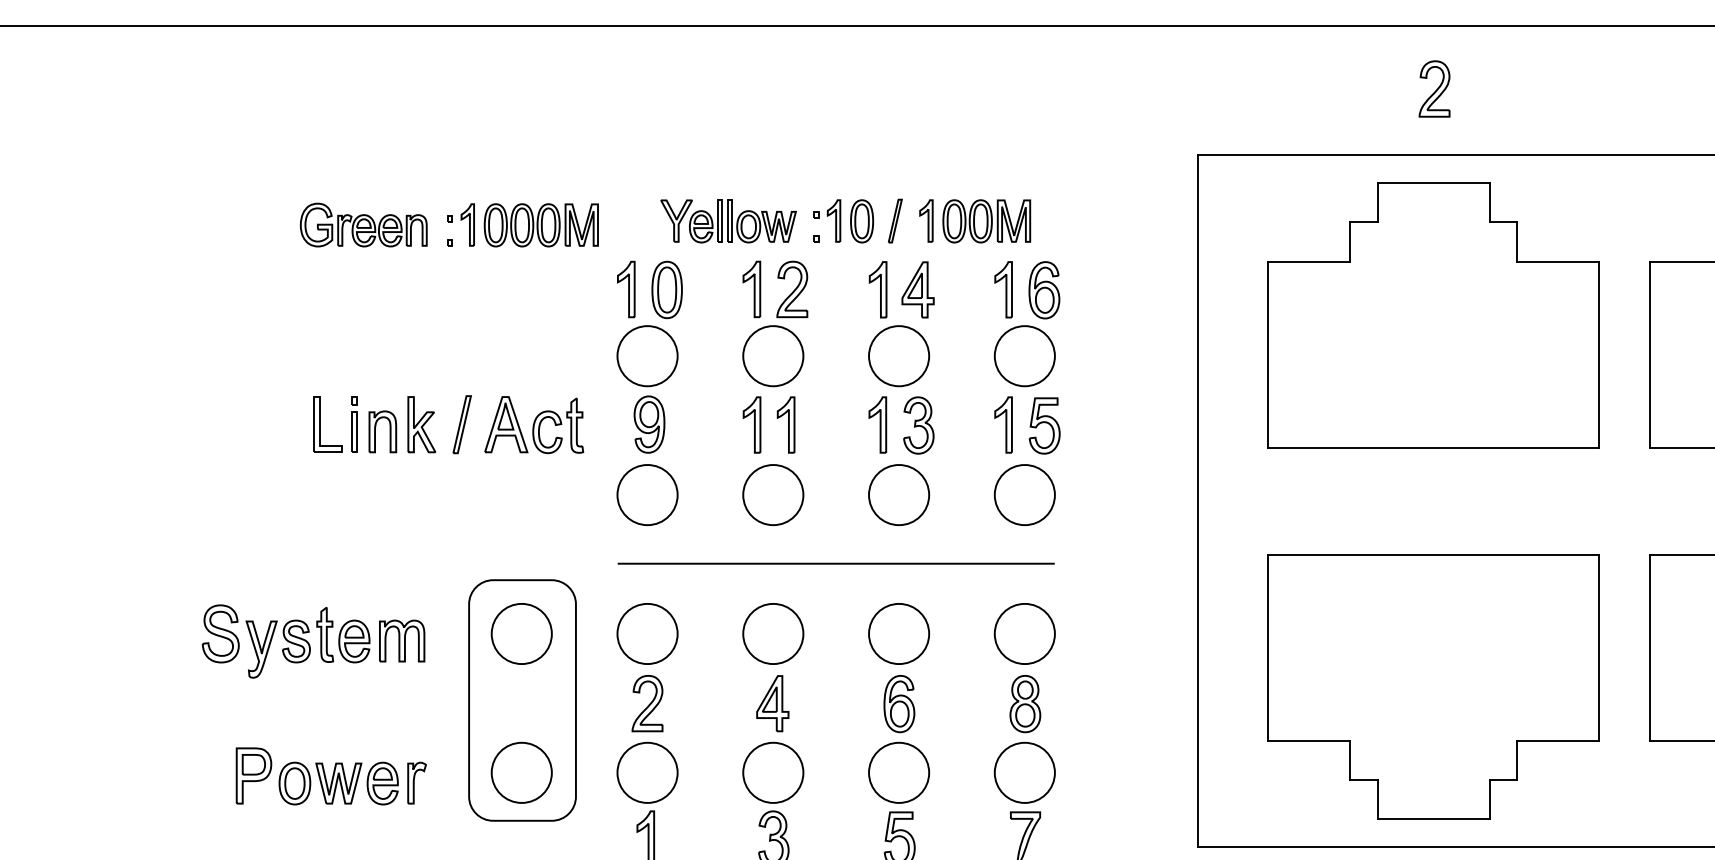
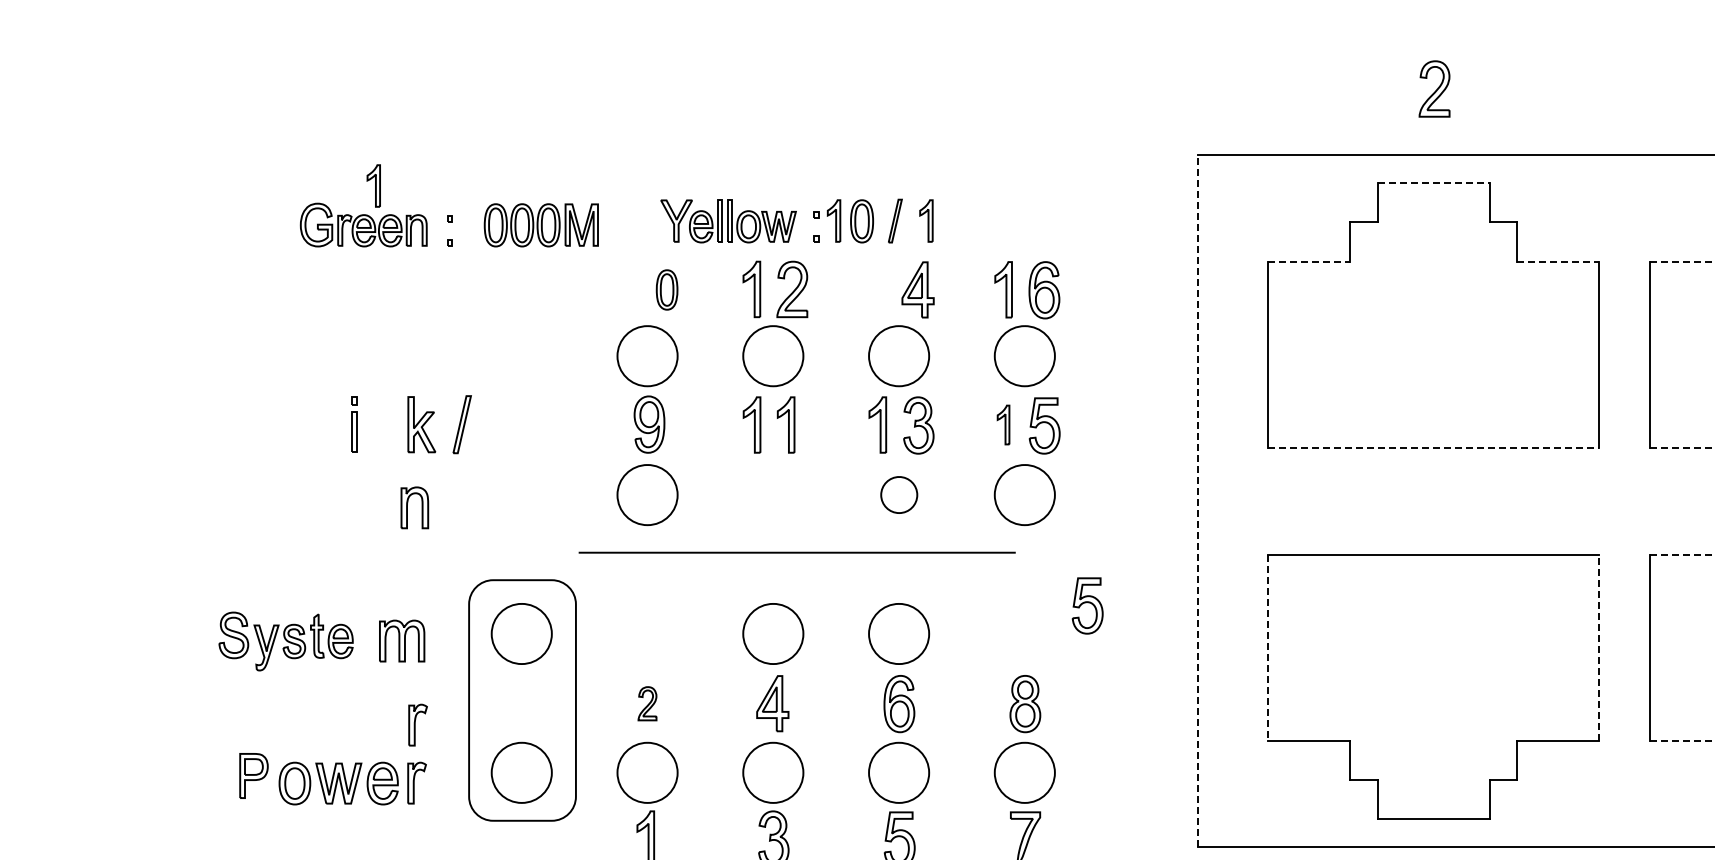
line at (856, 26): present -> none
line at (1433, 183): solid -> dashed
part at (986, 221): present -> none
part at (467, 224) position: (467, 224) -> (373, 185)
line at (1309, 261): solid -> dashed
line at (1558, 261): solid -> dashed
line at (1683, 261): solid -> dashed
part at (626, 289): present -> none
part at (666, 289) size: 32x60 px -> 24x42 px
part at (877, 289): present -> none
part at (320, 424): present -> none
part at (1003, 424) size: 19x58 px -> 15x42 px
part at (534, 425): present -> none
part at (375, 431) position: (375, 431) -> (407, 507)
line at (1434, 447): solid -> dashed
line at (1682, 447): solid -> dashed
part at (773, 494): present -> none
part at (899, 494) size: 63x62 px -> 39x38 px
line at (1197, 500): solid -> dashed
line at (1682, 554): solid -> dashed
line at (835, 563) position: (835, 563) -> (796, 552)
part at (1087, 605): none -> present
part at (647, 633): present -> none
part at (1024, 633): present -> none
part at (285, 641) size: 170x75 px -> 136x61 px
line at (1268, 647): solid -> dashed
line at (1599, 647): solid -> dashed
part at (647, 703) size: 33x58 px -> 21x36 px
part at (417, 724): none -> present
line at (1683, 740): solid -> dashed
part at (253, 775) size: 38x58 px -> 30x46 px
